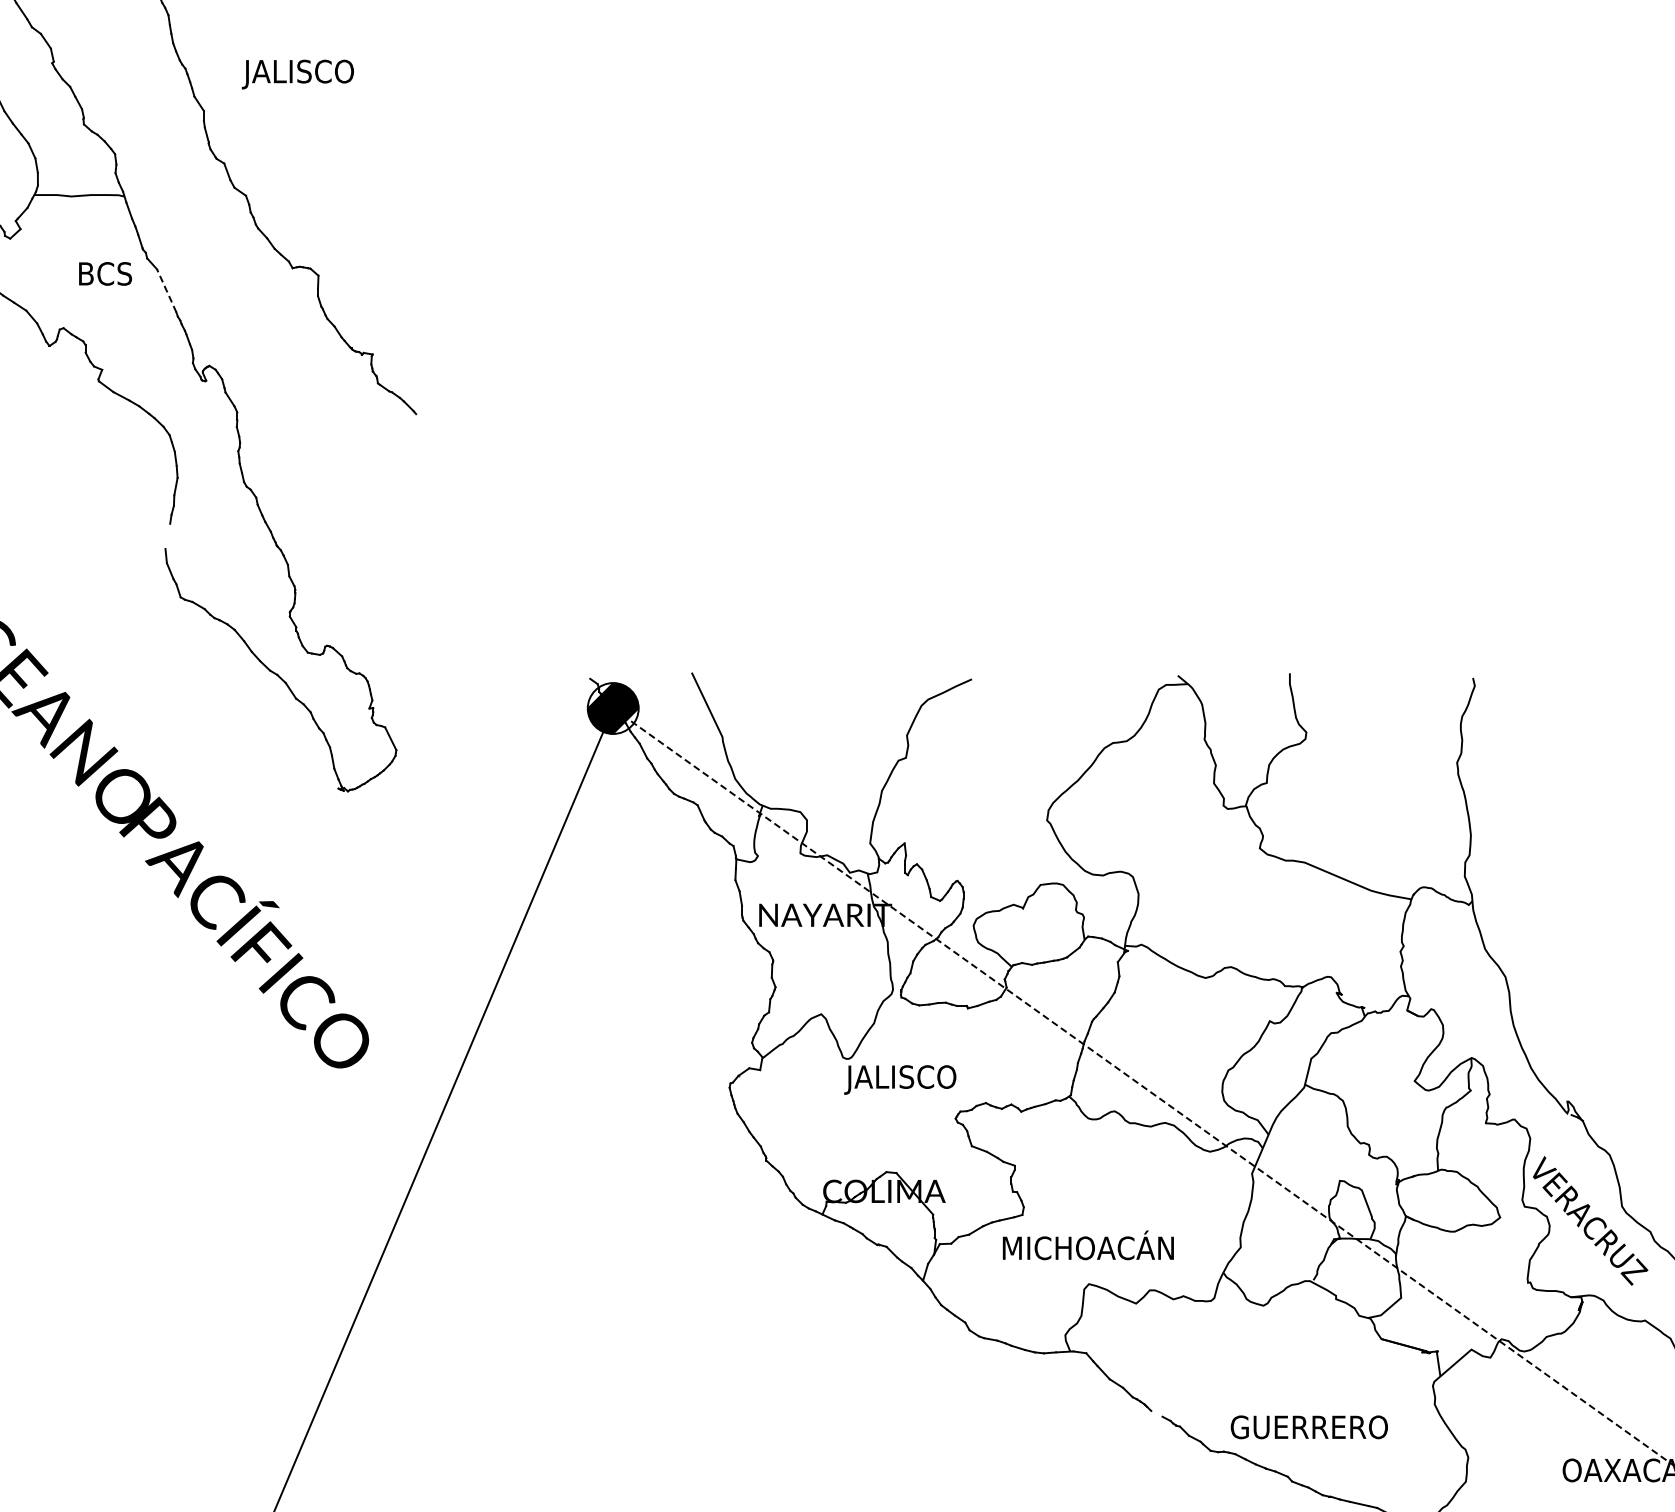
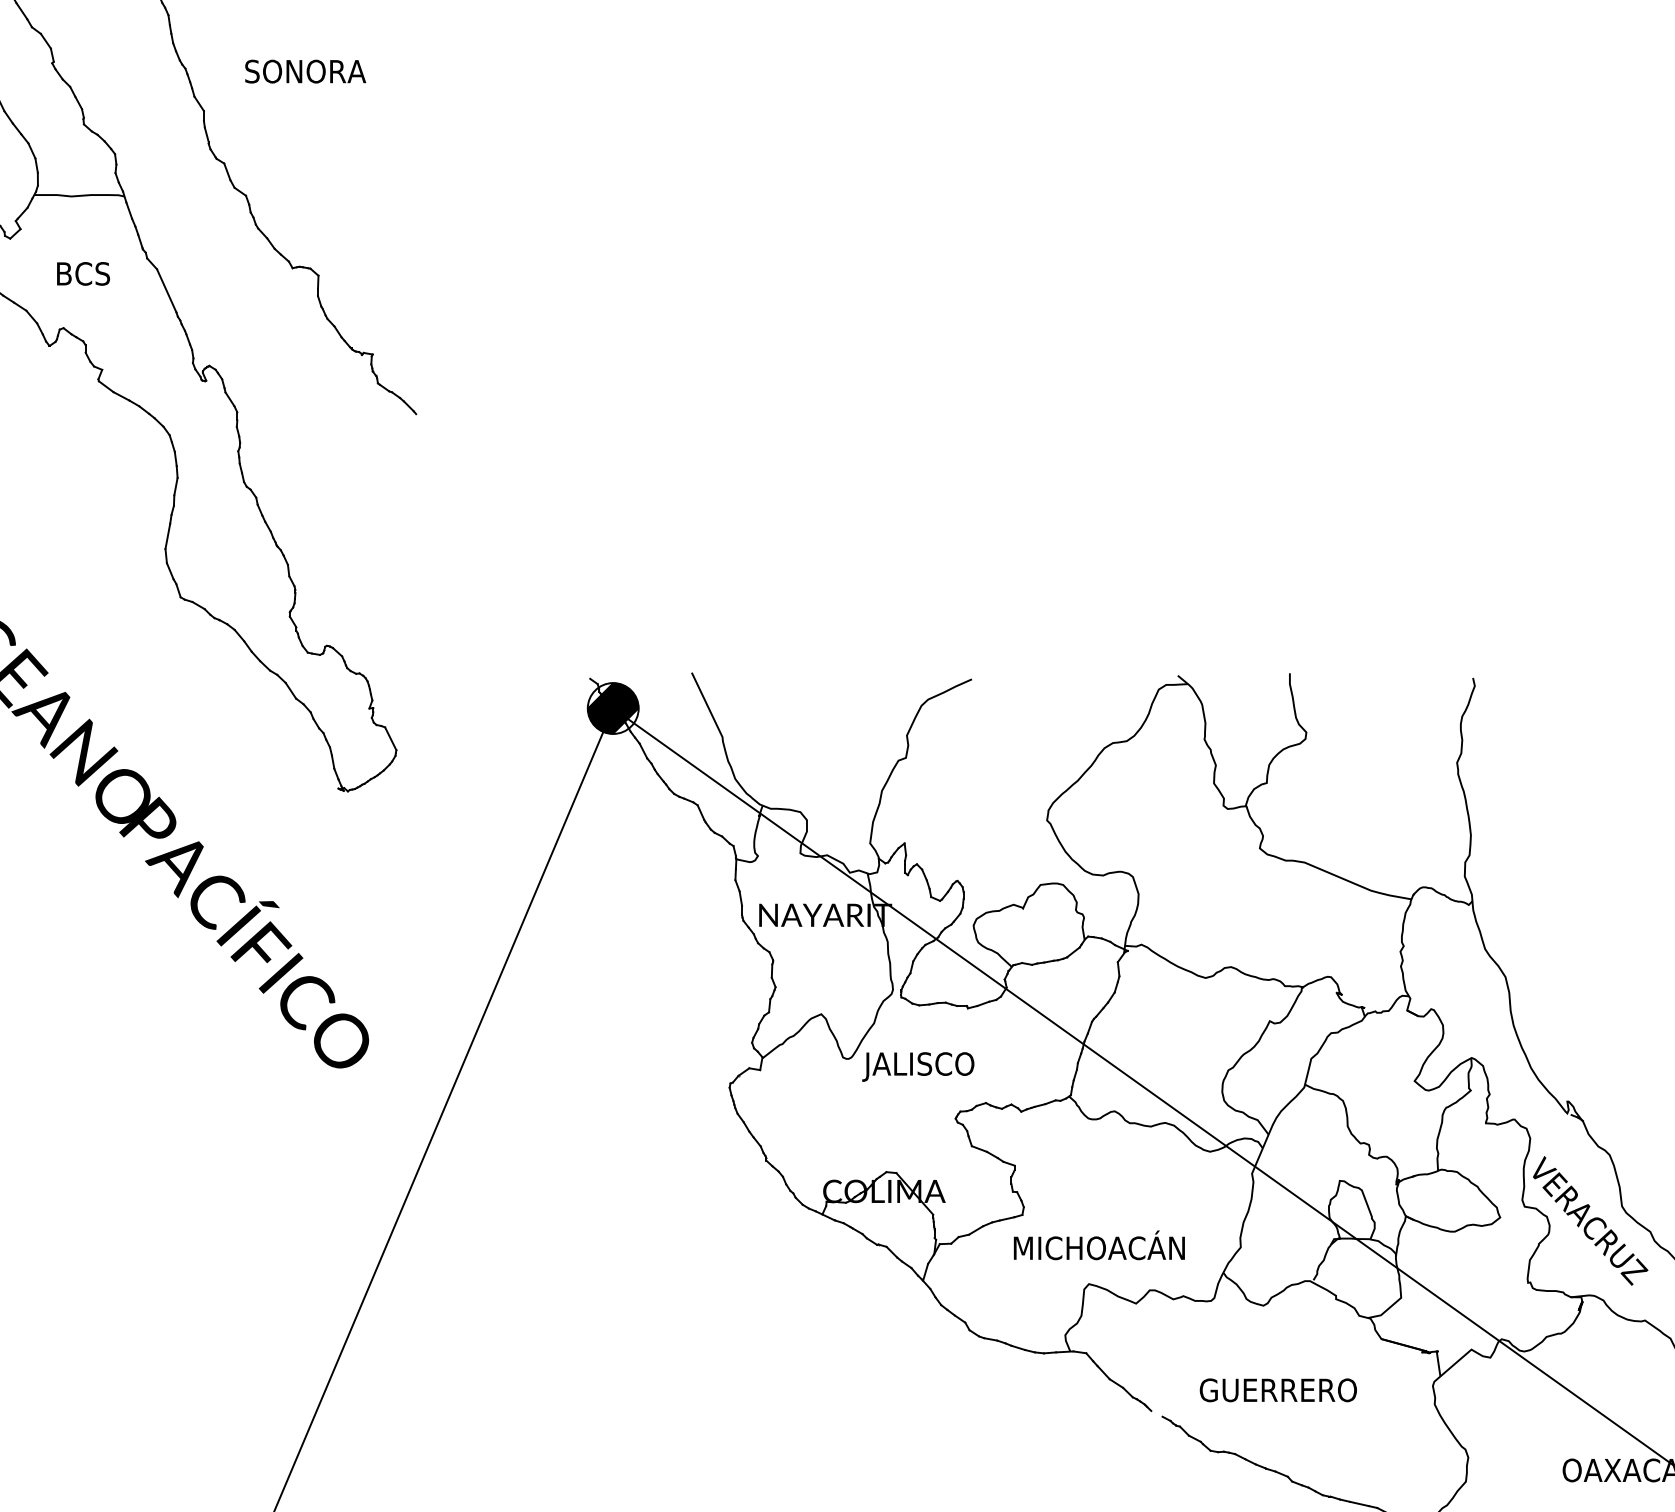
text at (303, 74): JALISCO -> SONORA
text at (105, 273) position: (105, 273) -> (83, 273)
line at (166, 290): dashed -> solid
line at (167, 535): none -> present
text at (900, 1079) position: (900, 1079) -> (918, 1066)
line at (1144, 1087): dashed -> solid
text at (1087, 1245) position: (1087, 1245) -> (1098, 1245)
text at (1308, 1427) position: (1308, 1427) -> (1277, 1390)
